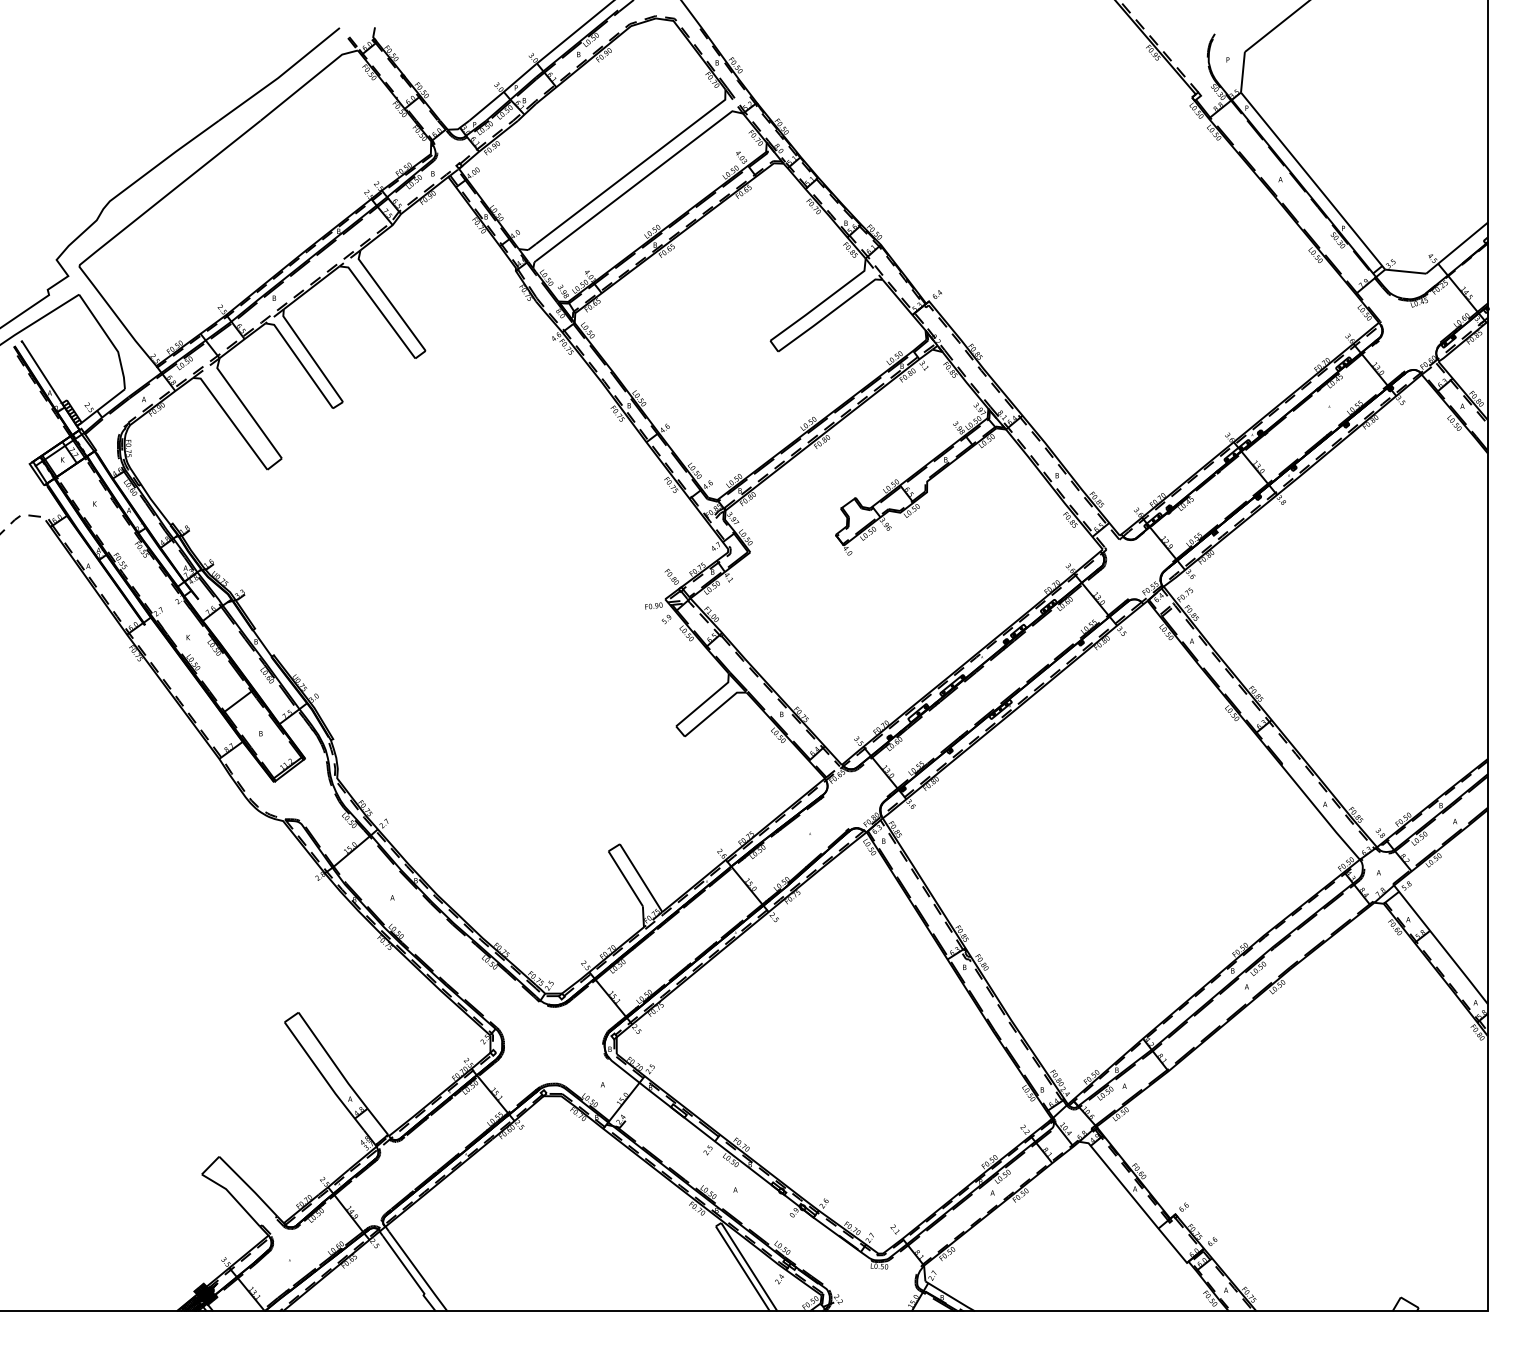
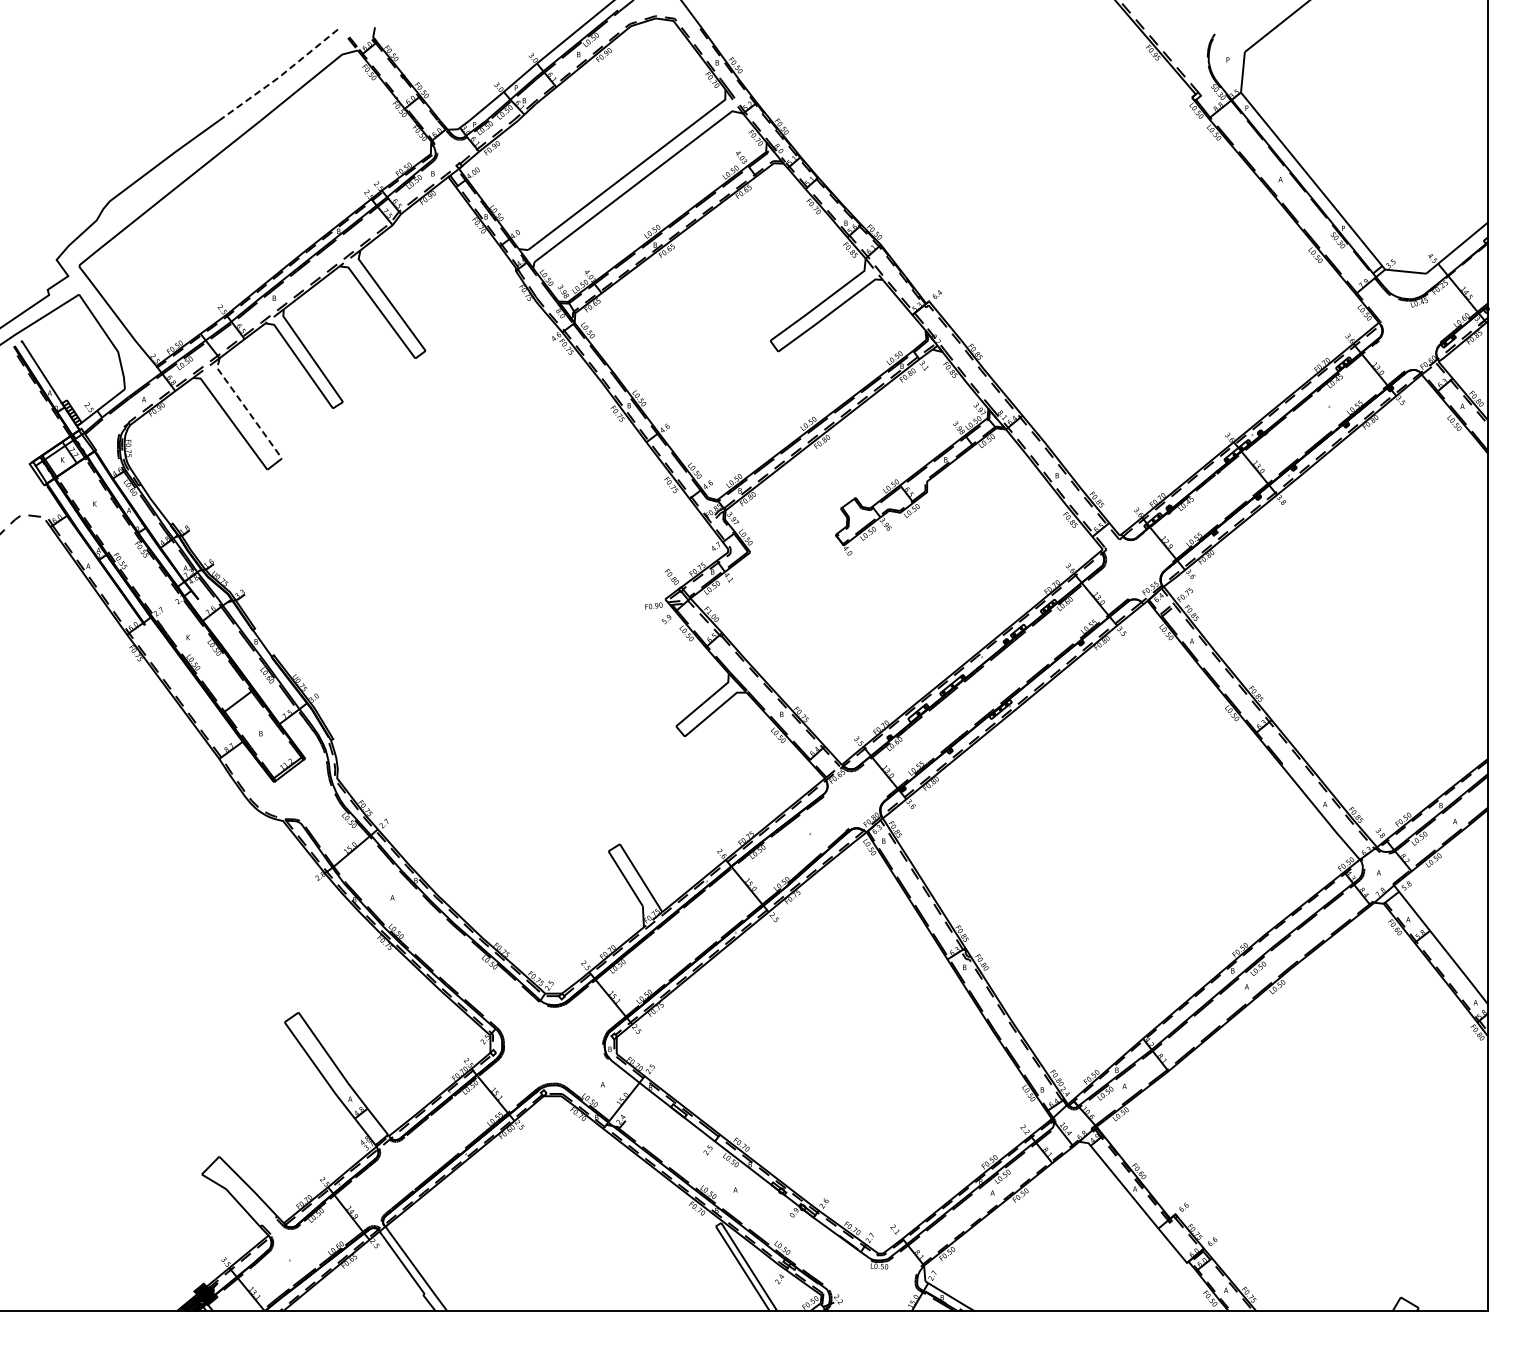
line at (280, 76): solid -> dashed
line at (246, 408): solid -> dashed
